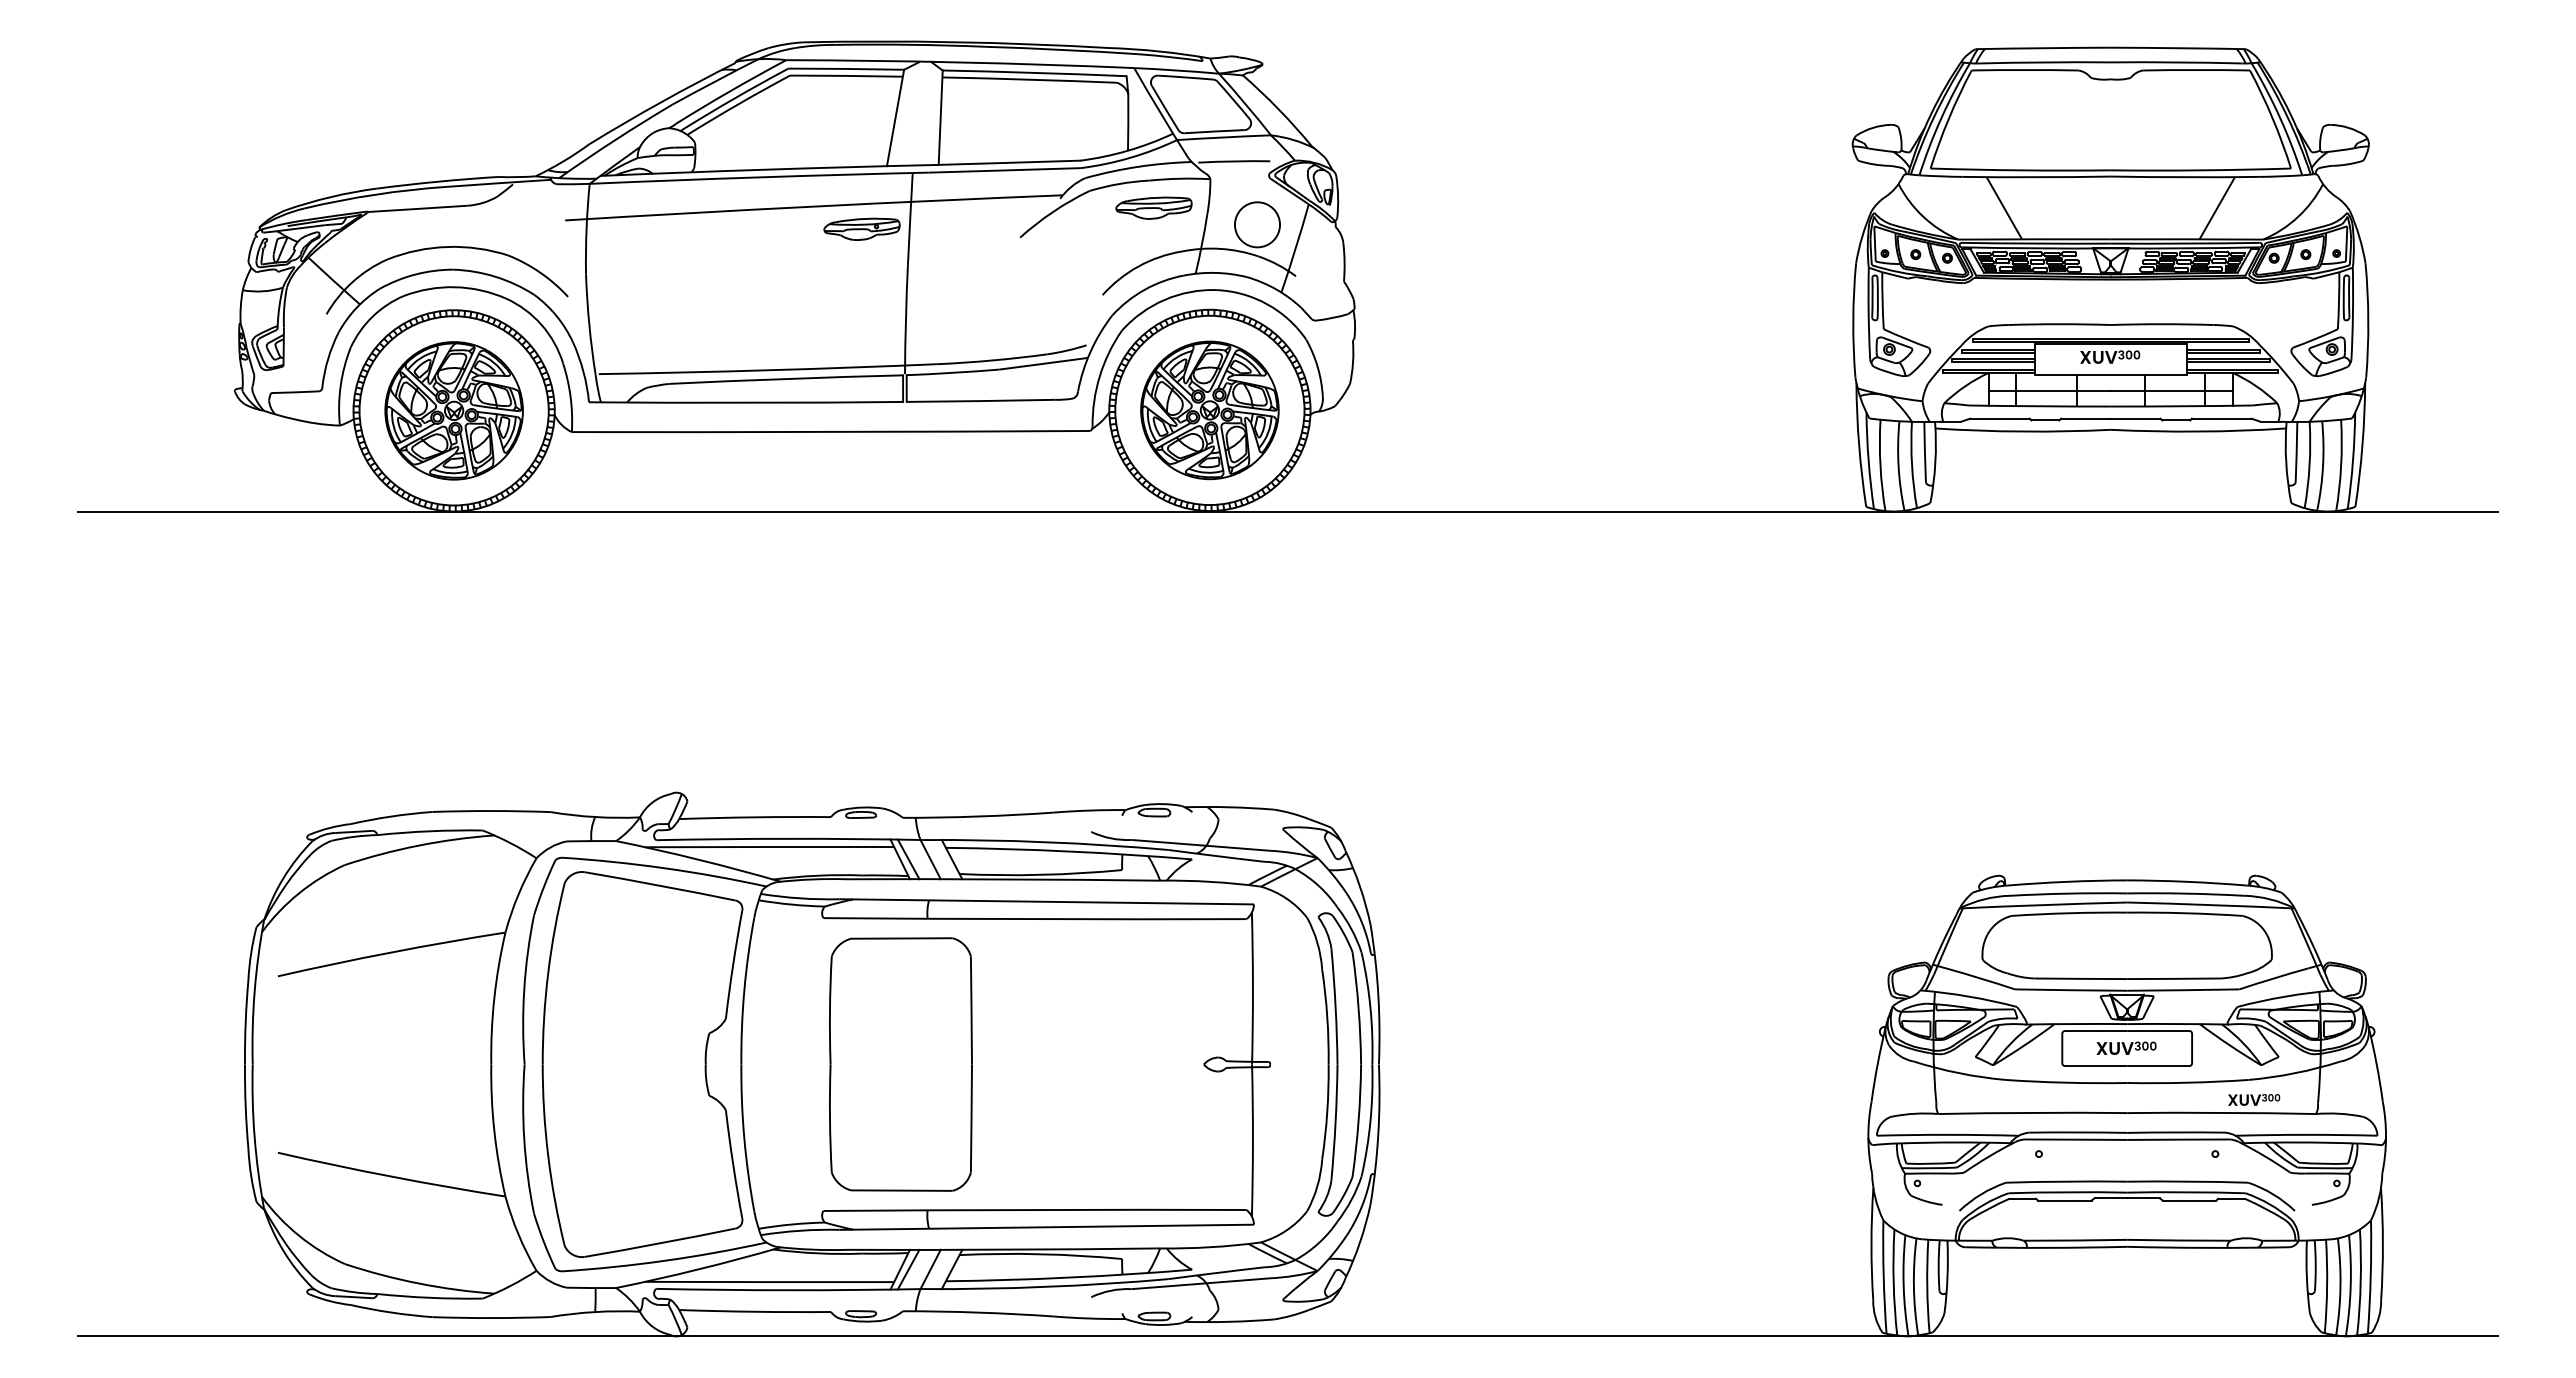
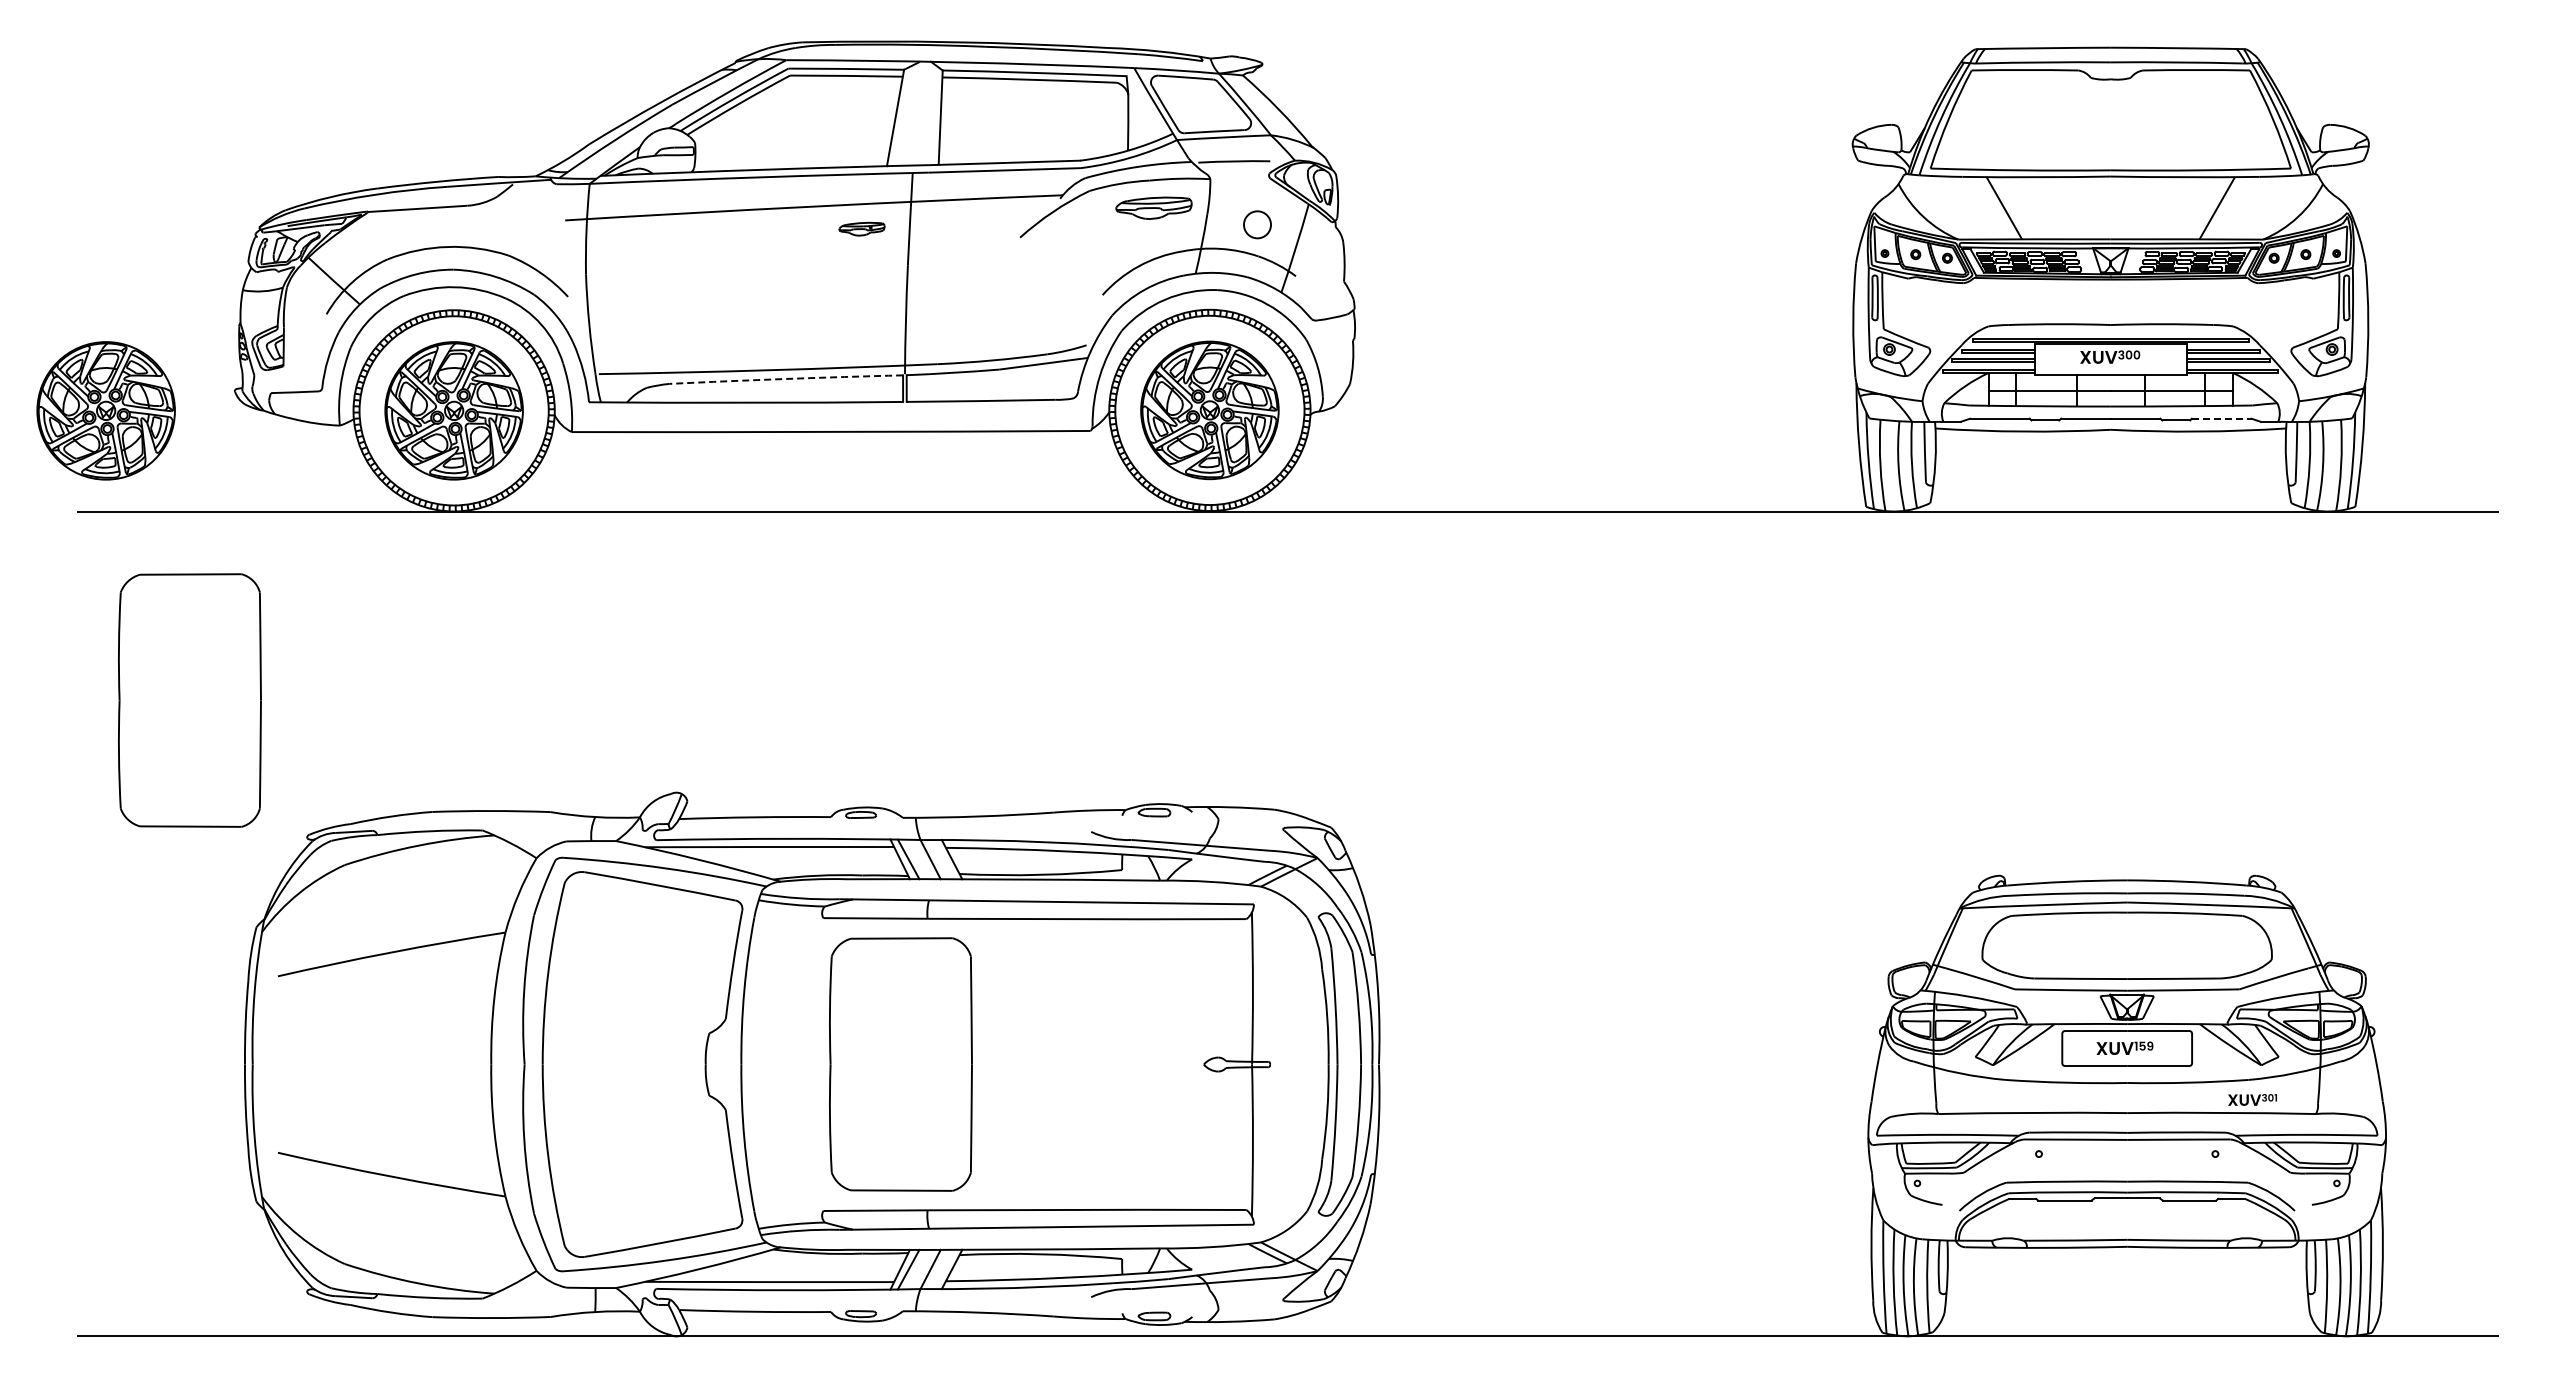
circle at (1257, 224) diameter: 45 px -> 27 px
part at (861, 228) size: 78x24 px -> 48x16 px
arc at (786, 378): solid -> dashed
part at (105, 410): none -> present
line at (2221, 418): solid -> dashed
part at (189, 700): none -> present
text at (2145, 1045): 300 -> 159
text at (2277, 1097): 300 -> 301
